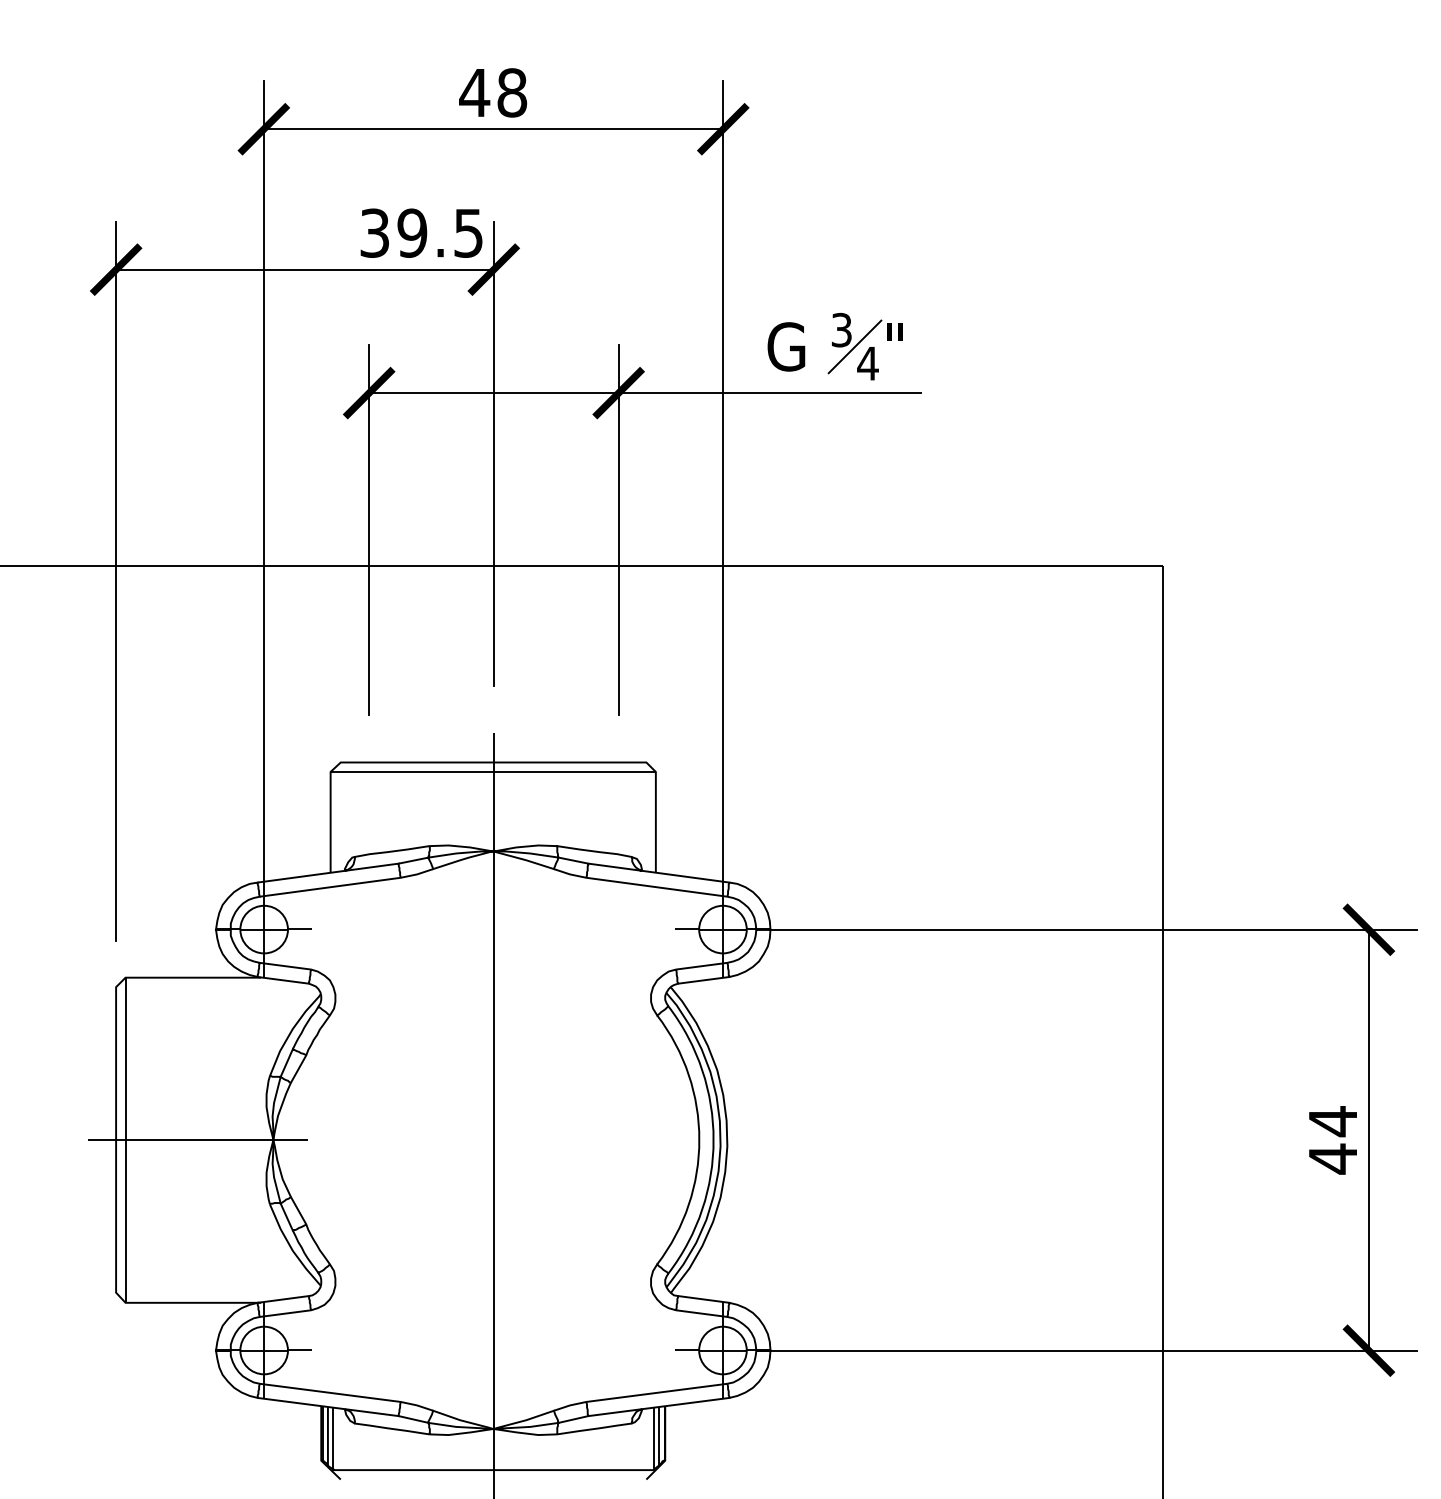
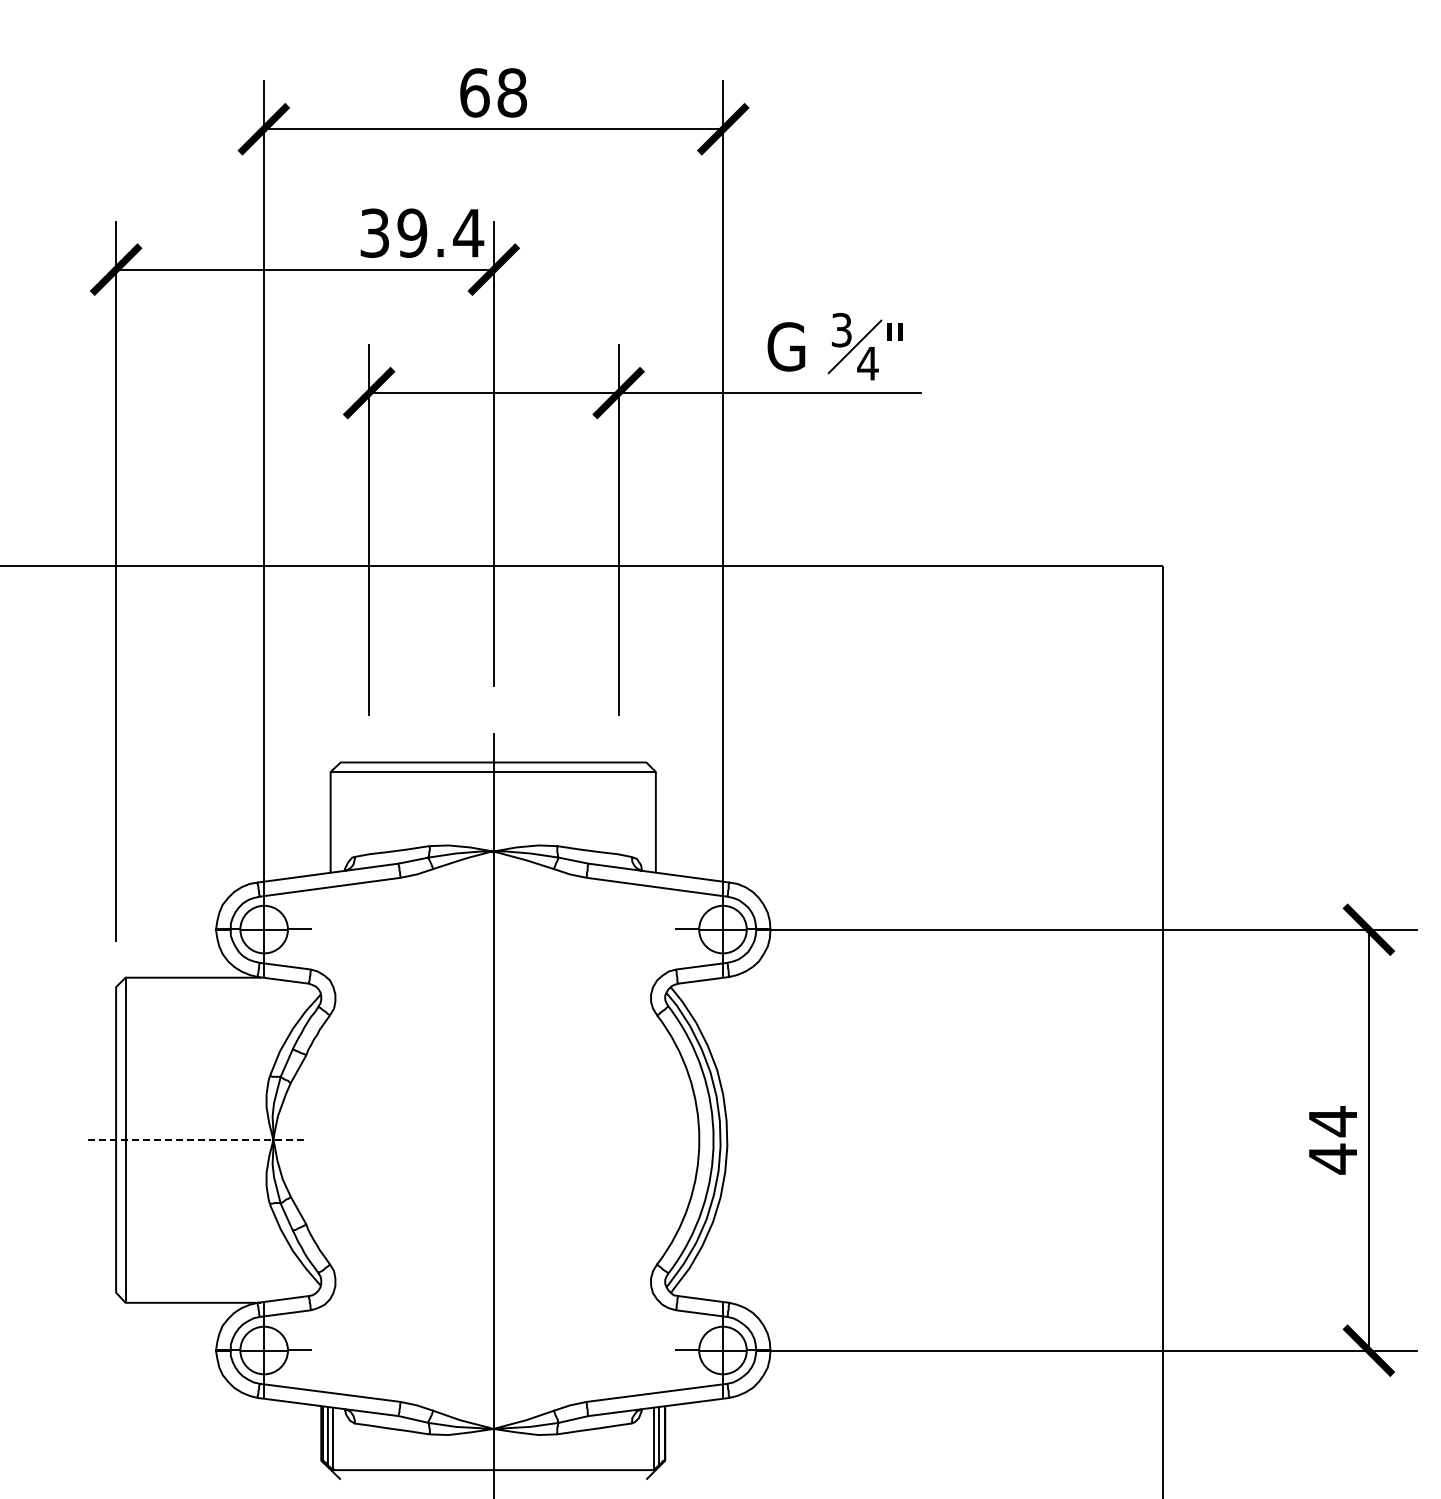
text at (474, 92): 48 -> 68
text at (468, 233): 39.5 -> 39.4
line at (198, 1139): solid -> dashed
